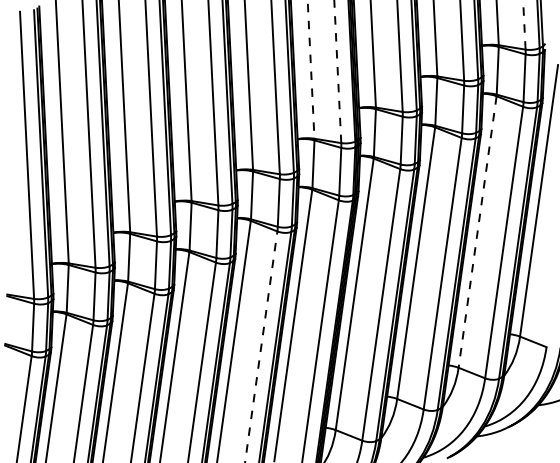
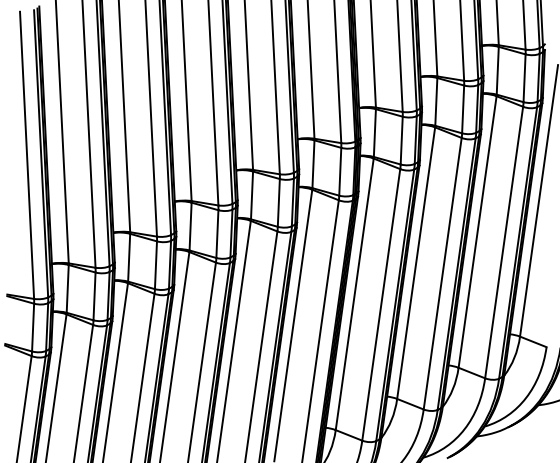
line at (524, 24): dashed -> solid
line at (311, 69): dashed -> solid
line at (337, 71): dashed -> solid
line at (477, 232): dashed -> solid
line at (261, 346): dashed -> solid
